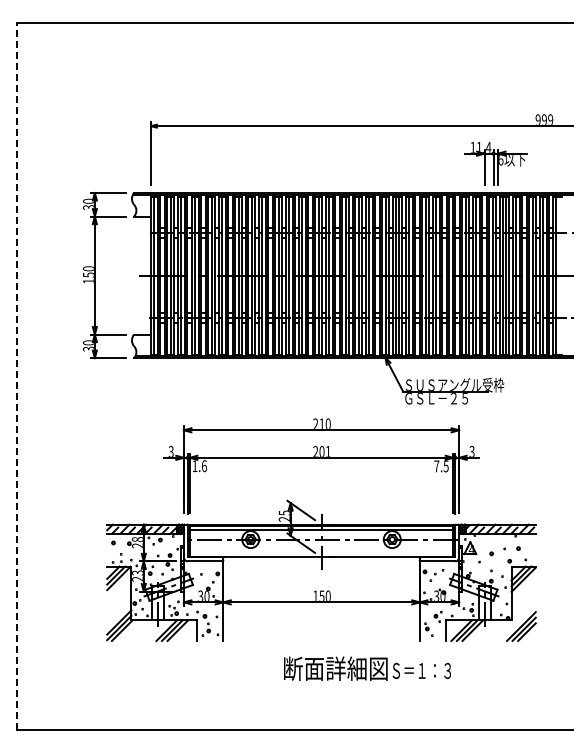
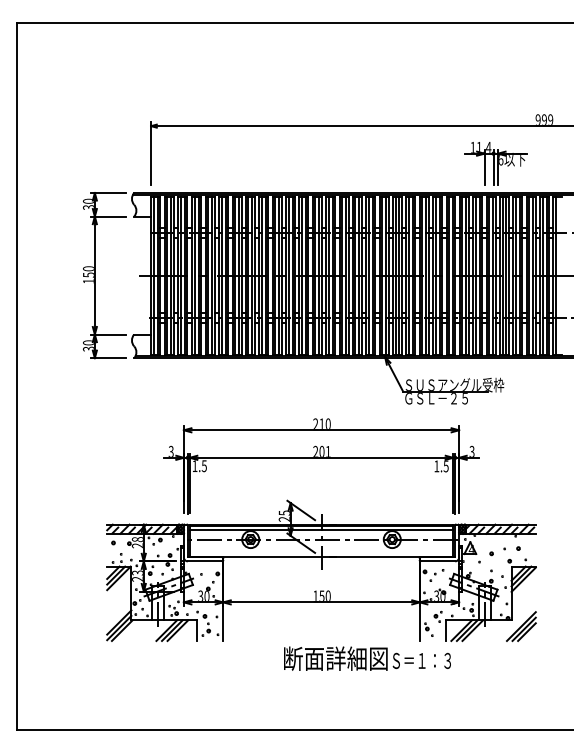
line at (17, 376): dashed -> solid
text at (203, 466): 1.6 -> 1.5
text at (436, 466): 7.5 -> 1.5
text at (367, 668) position: (367, 668) -> (367, 658)
